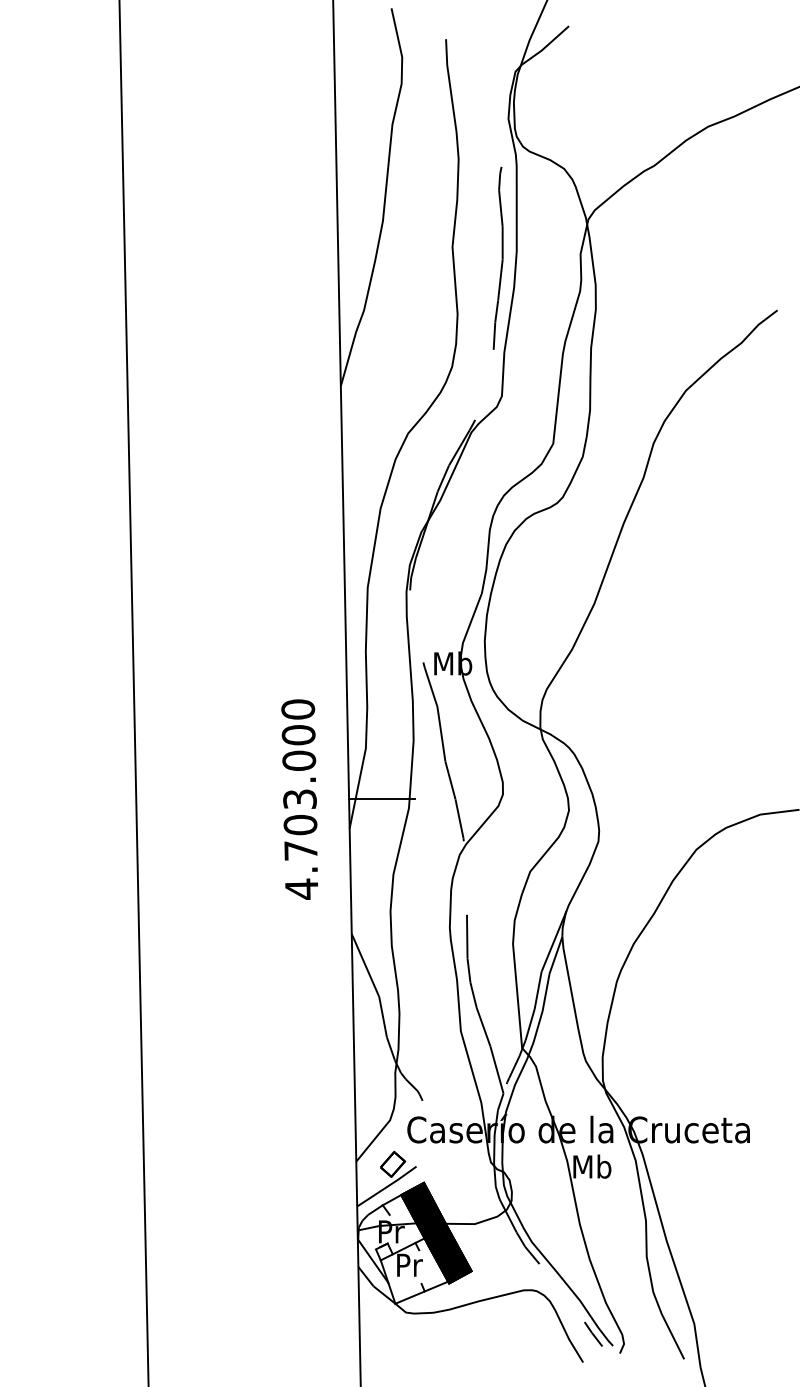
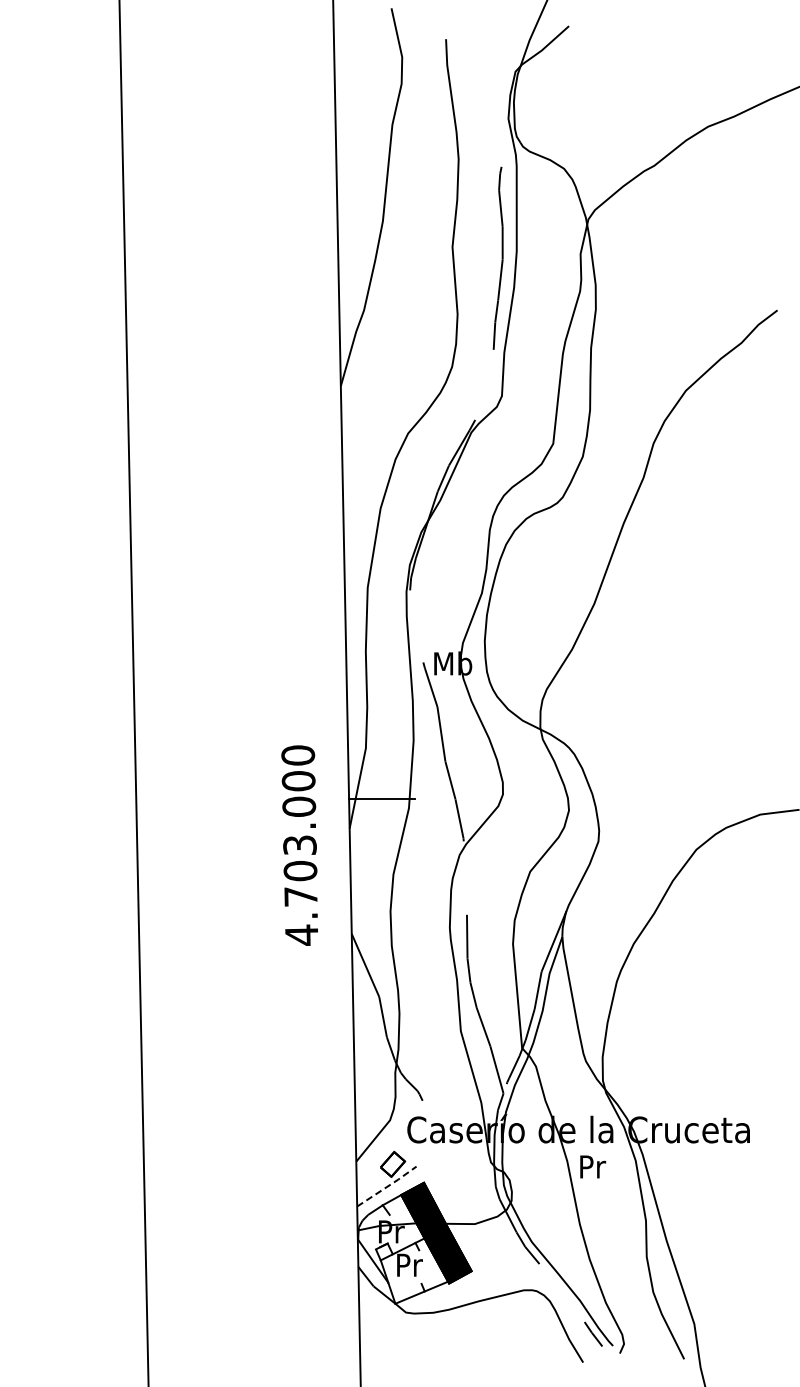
text at (299, 799) position: (299, 799) -> (299, 845)
text at (592, 1166): Mb -> Pr
line at (387, 1186): solid -> dashed
